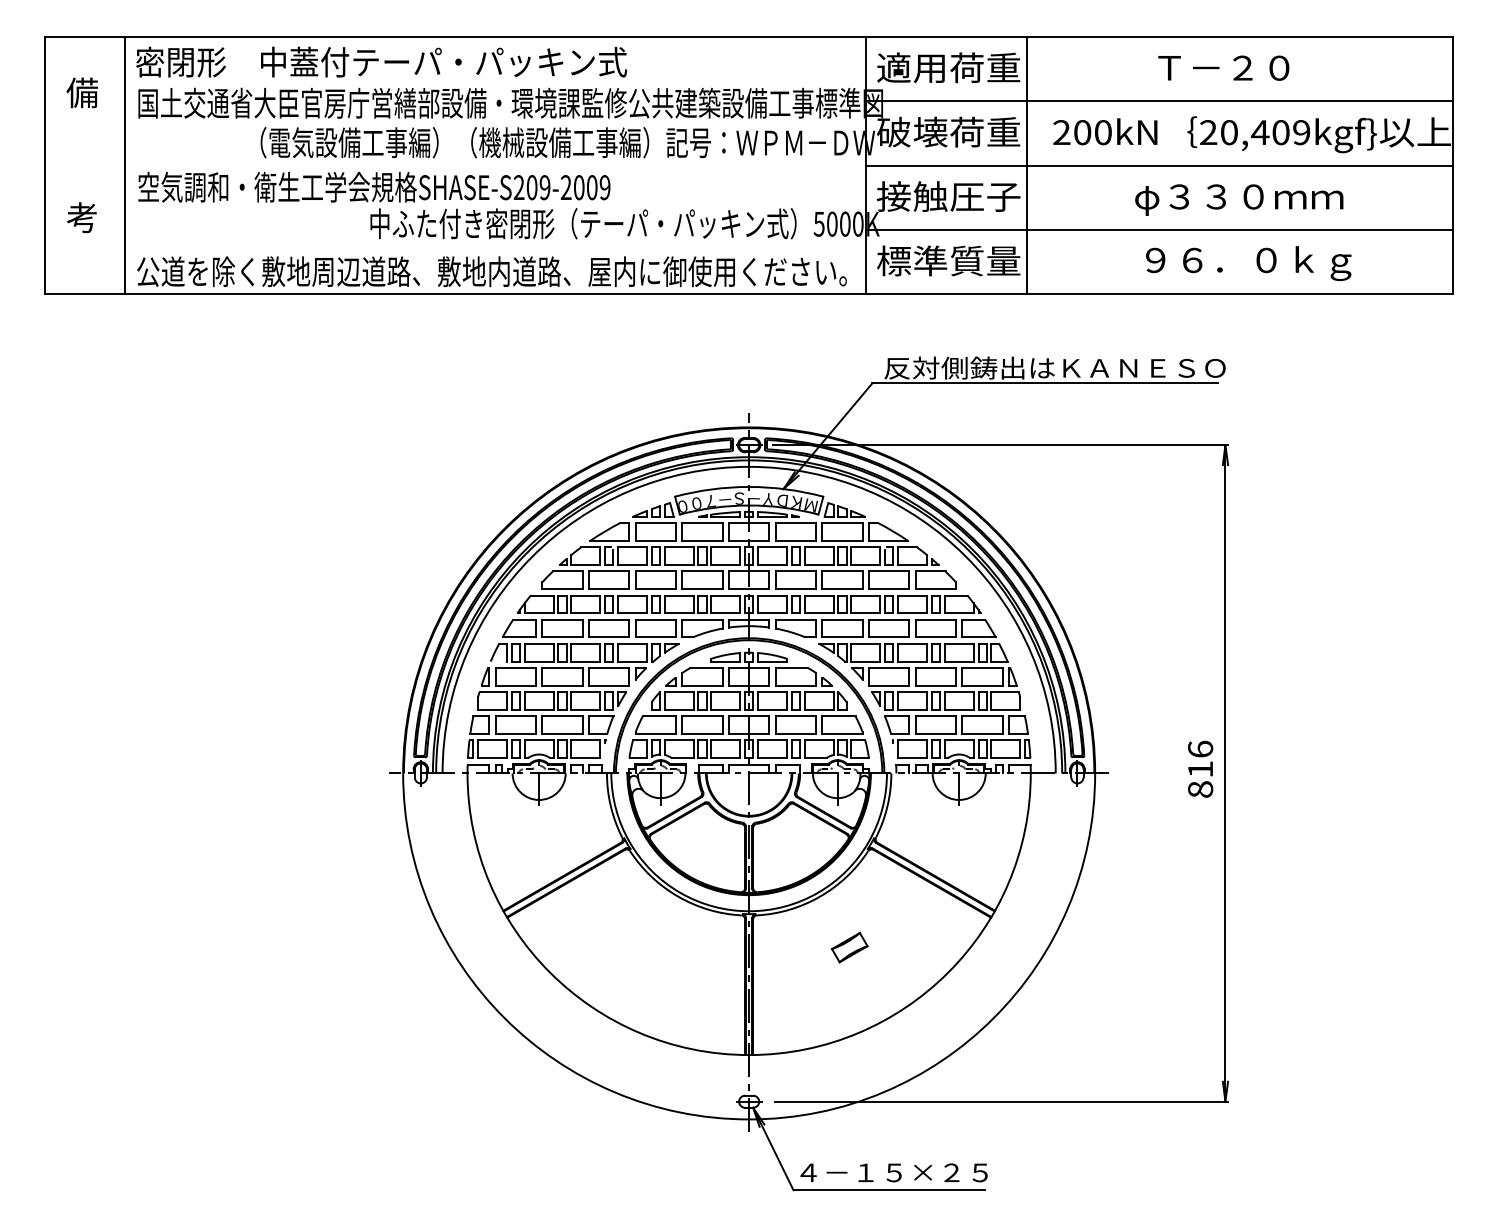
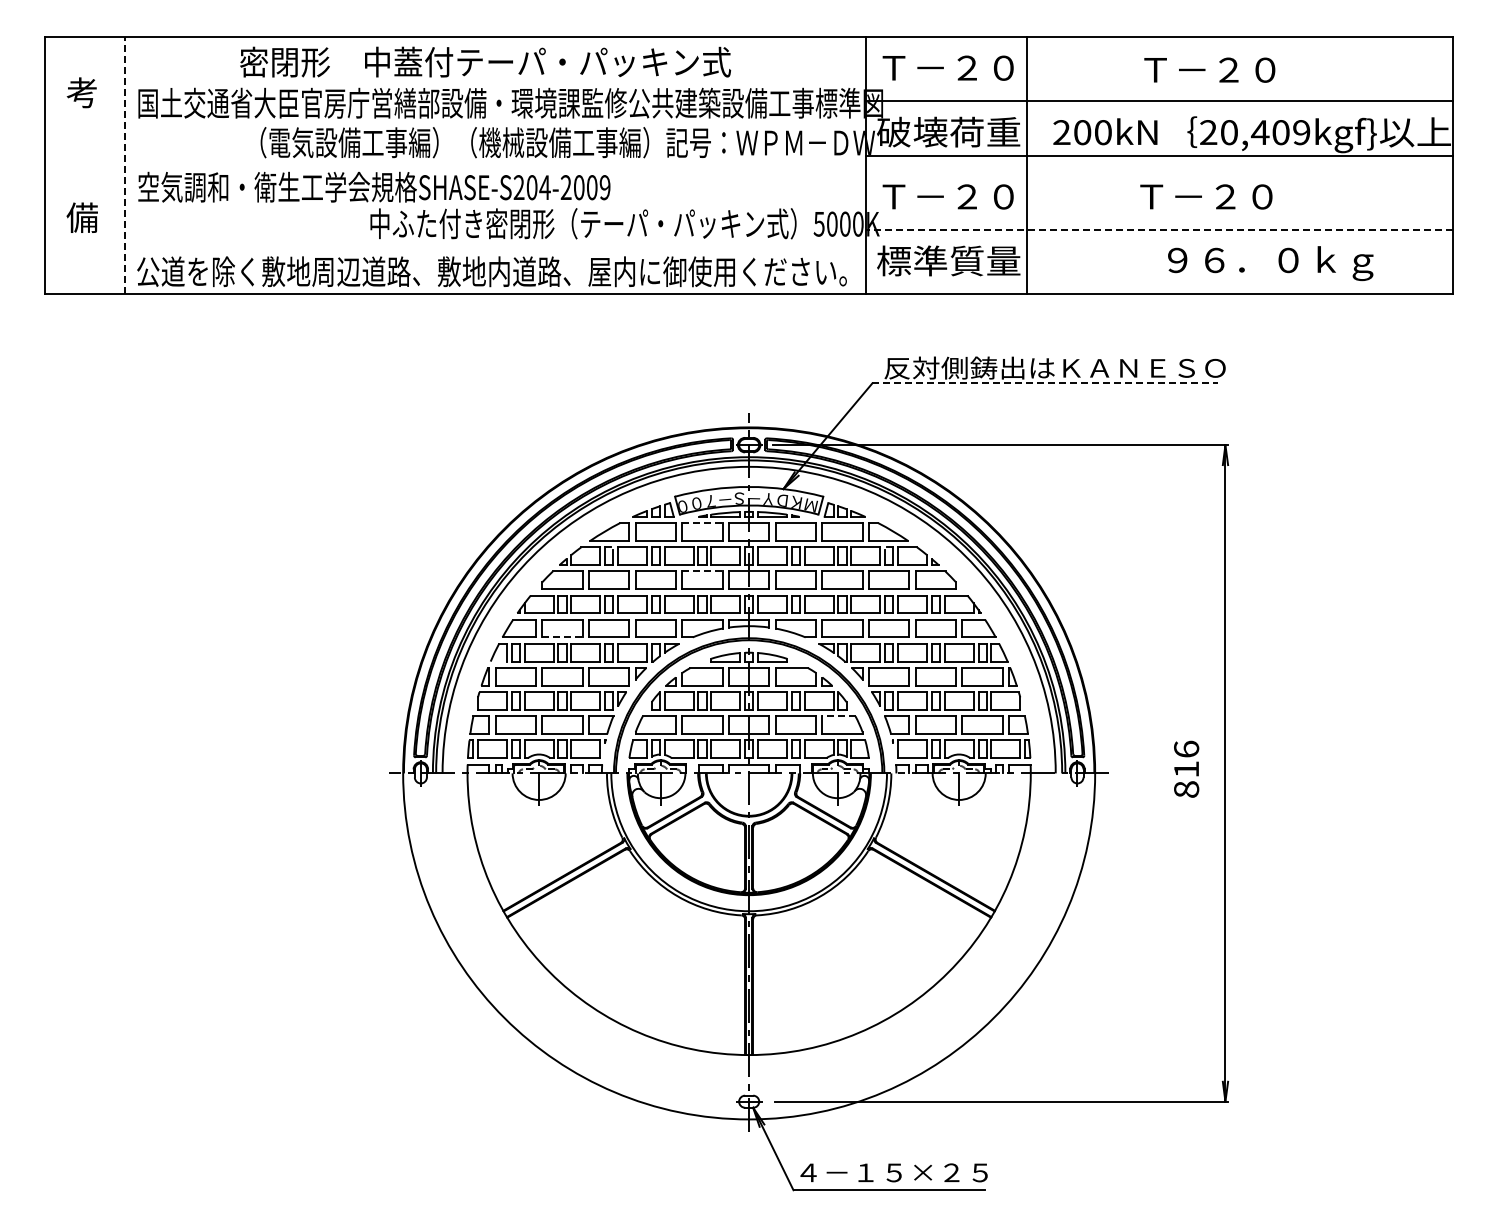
text at (381, 61) position: (381, 61) -> (485, 61)
text at (948, 67): 適用荷重 -> Ｔ－２０
text at (1223, 67) position: (1223, 67) -> (1209, 69)
text at (81, 92): 備 -> 考
line at (125, 165): solid -> dashed
line at (1159, 165) position: (1159, 165) -> (1159, 155)
text at (544, 187): SHASE-S209-2009 -> SHASE-S204-2009
text at (948, 196): 接触圧子 -> Ｔ－２０
text at (1239, 199): φ３３０ｍｍ -> Ｔ－２０
text at (81, 217): 考 -> 備
line at (1159, 229): solid -> dashed
text at (1248, 263) position: (1248, 263) -> (1270, 263)
line at (1045, 383): solid -> dashed
line at (702, 523): solid -> dashed
line at (702, 571): solid -> dashed
line at (562, 637): solid -> dashed
line at (838, 716): solid -> dashed
text at (1200, 768) position: (1200, 768) -> (1186, 768)
part at (849, 947): present -> none
